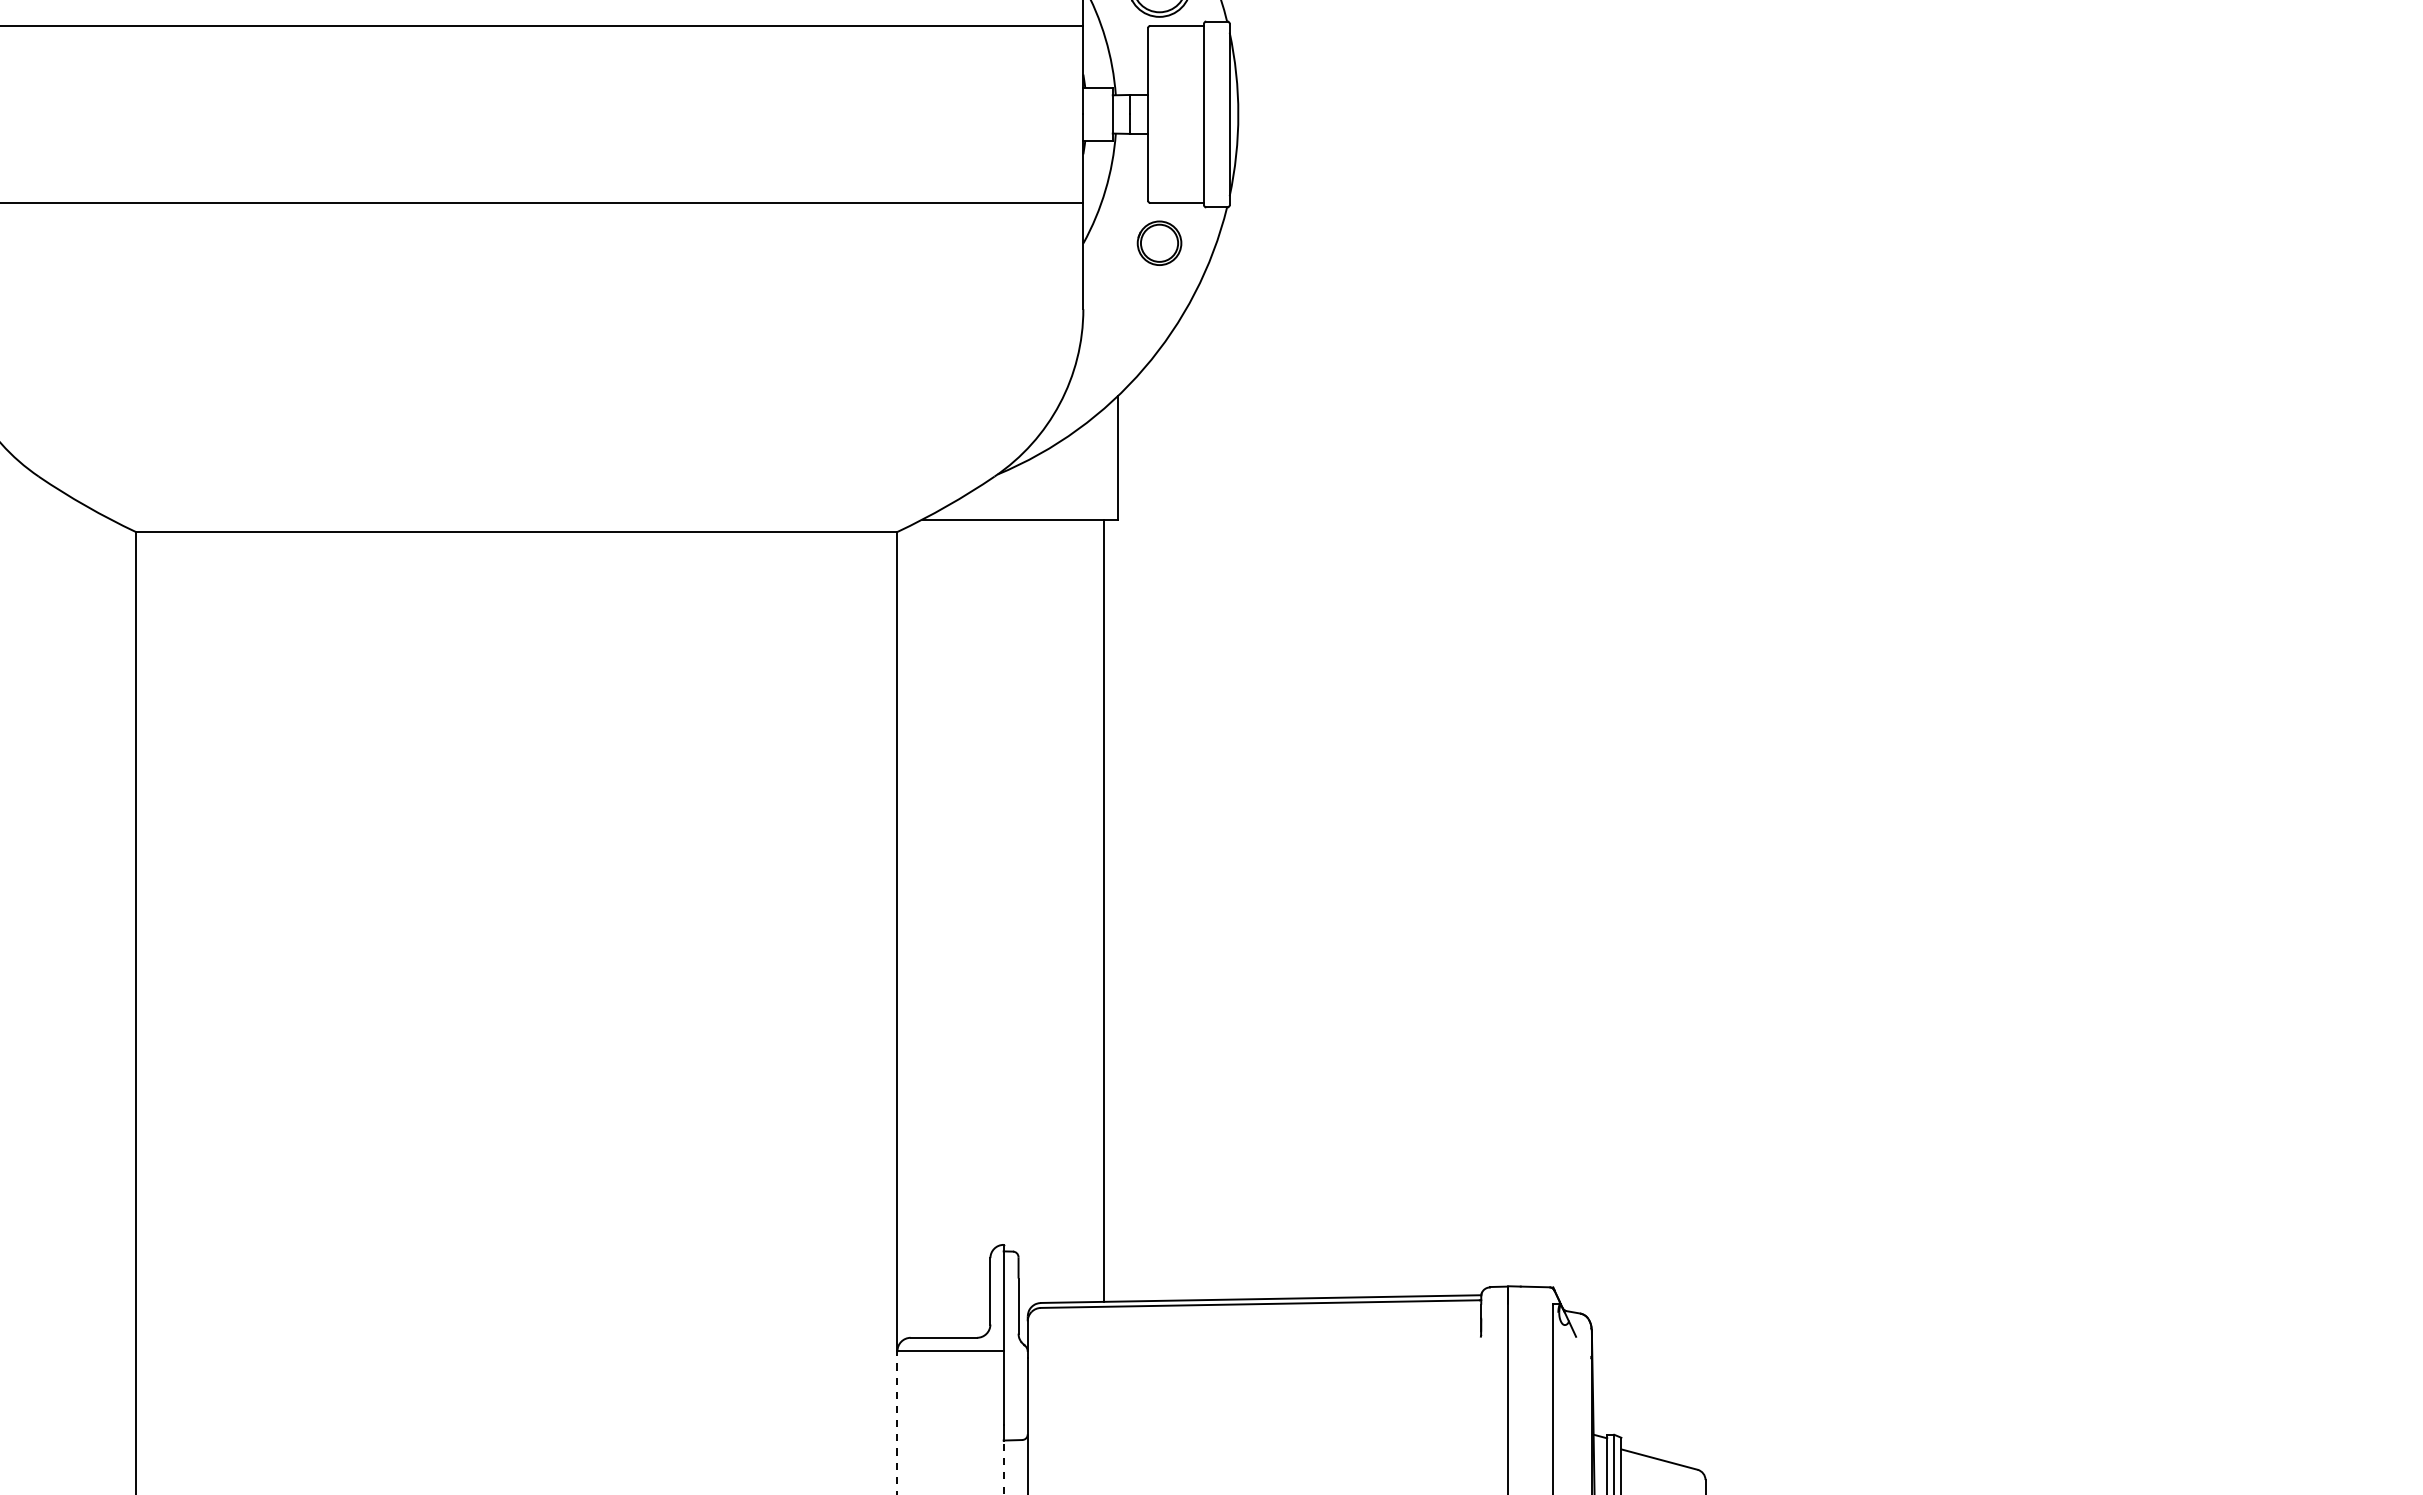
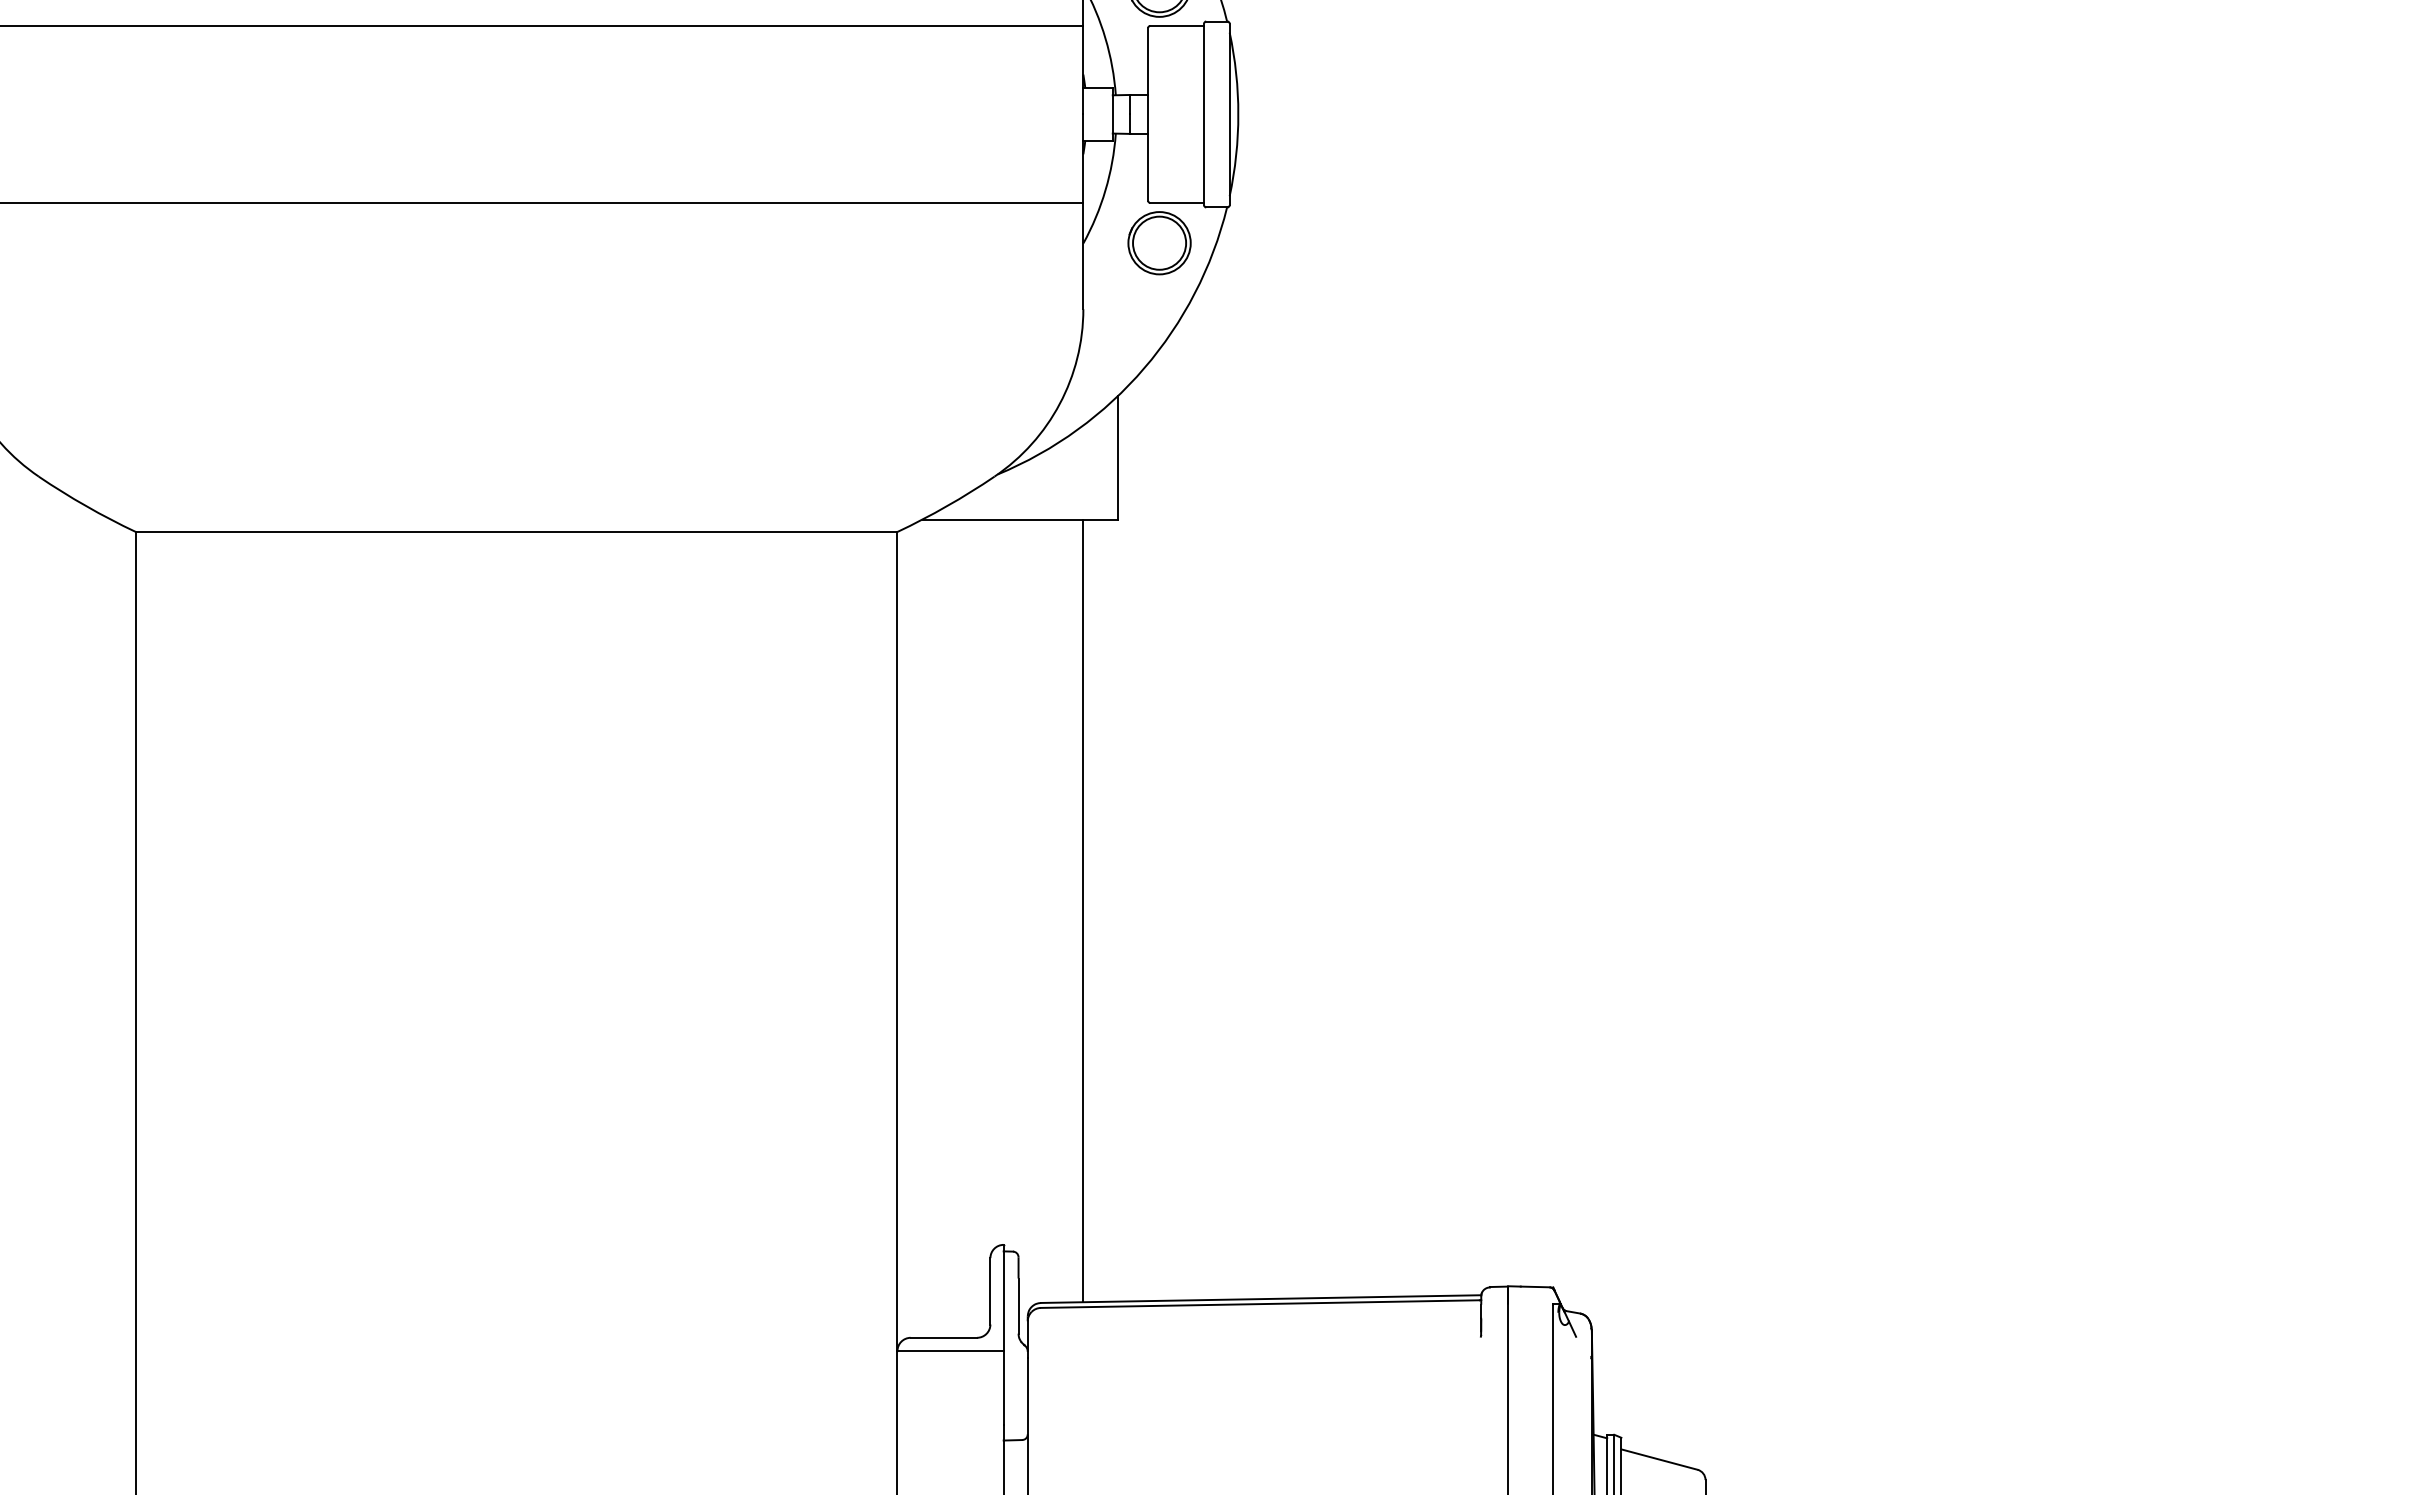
part at (1159, 242) size: 47x46 px -> 65x65 px
line at (1104, 910) position: (1104, 910) -> (1083, 910)
line at (897, 1422): dashed -> solid
line at (1003, 1467): dashed -> solid
